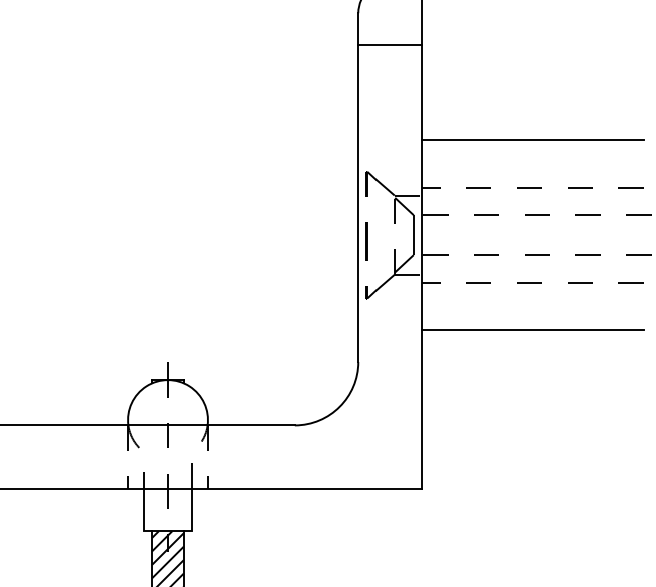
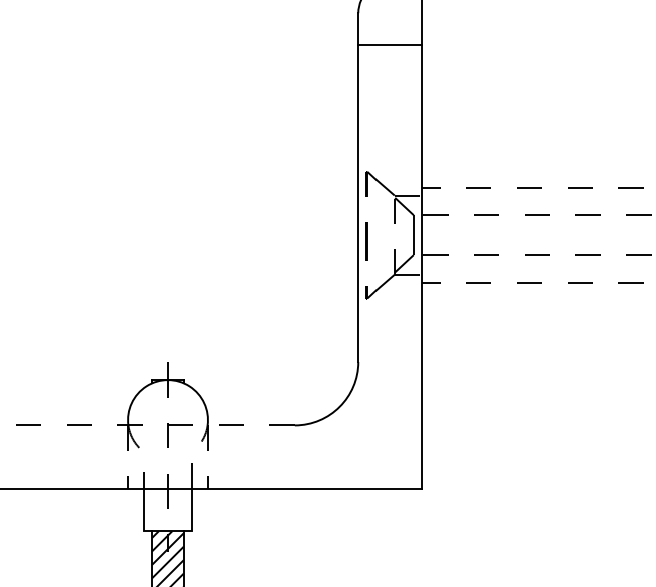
line at (532, 140): present -> none
line at (532, 330): present -> none
line at (147, 425): solid -> dashed
